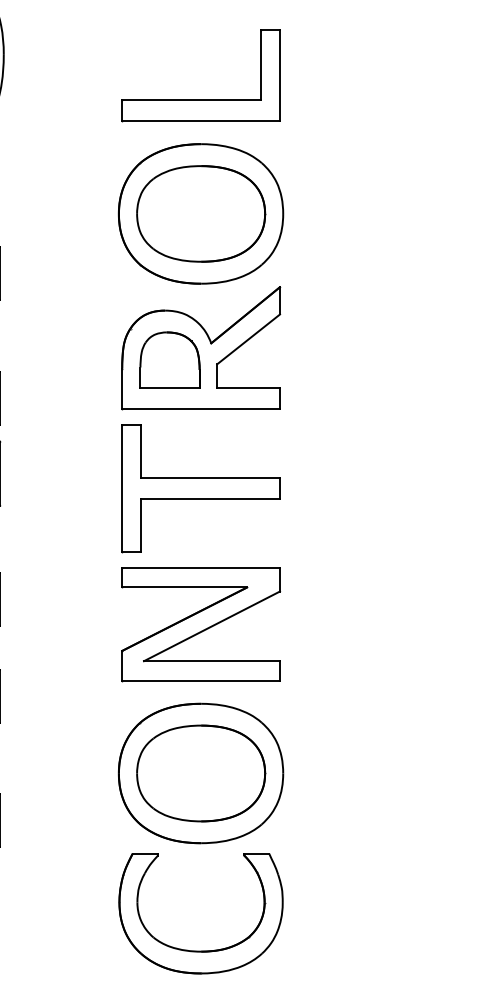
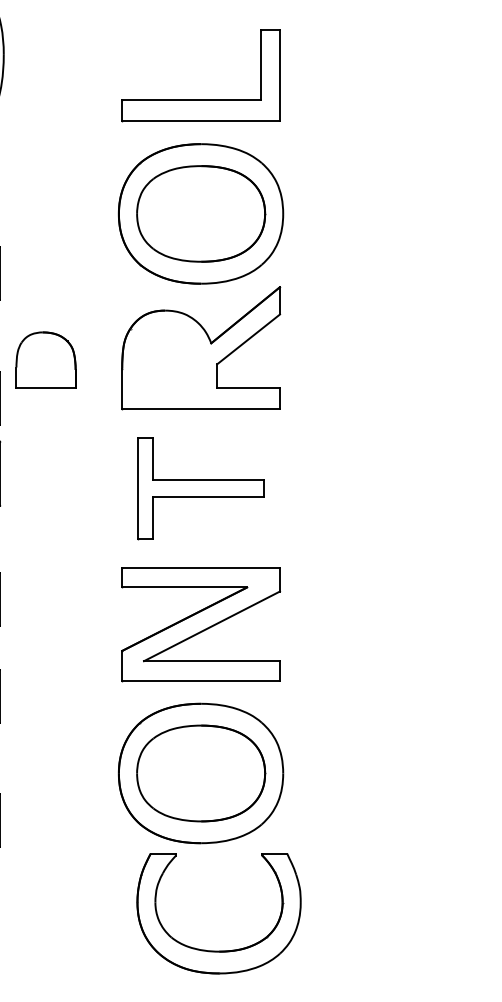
part at (169, 359) position: (169, 359) -> (45, 359)
part at (200, 488) size: 160x130 px -> 128x104 px
part at (200, 950) position: (200, 950) -> (218, 950)
